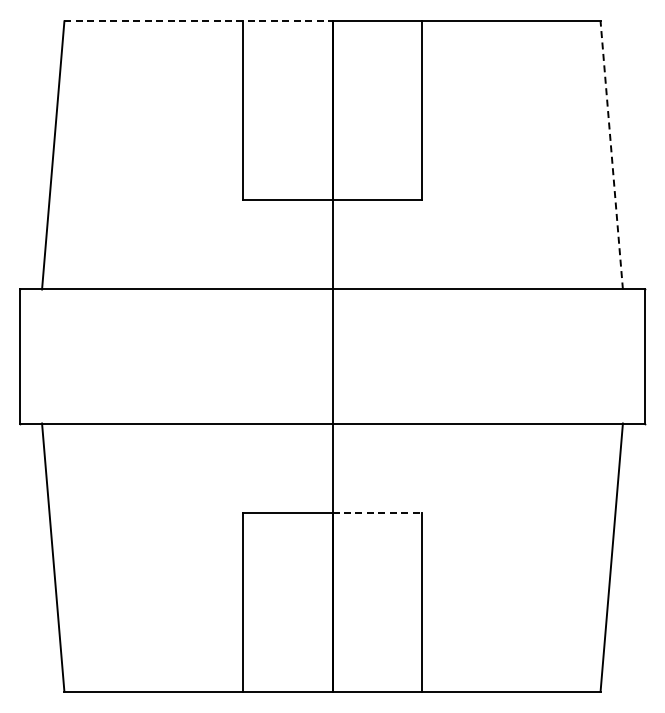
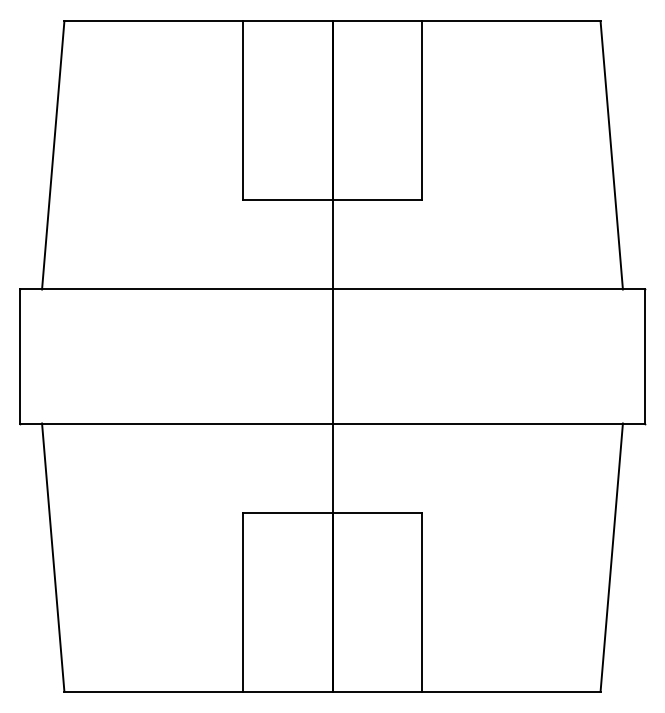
line at (198, 21): dashed -> solid
line at (611, 155): dashed -> solid
line at (377, 512): dashed -> solid
